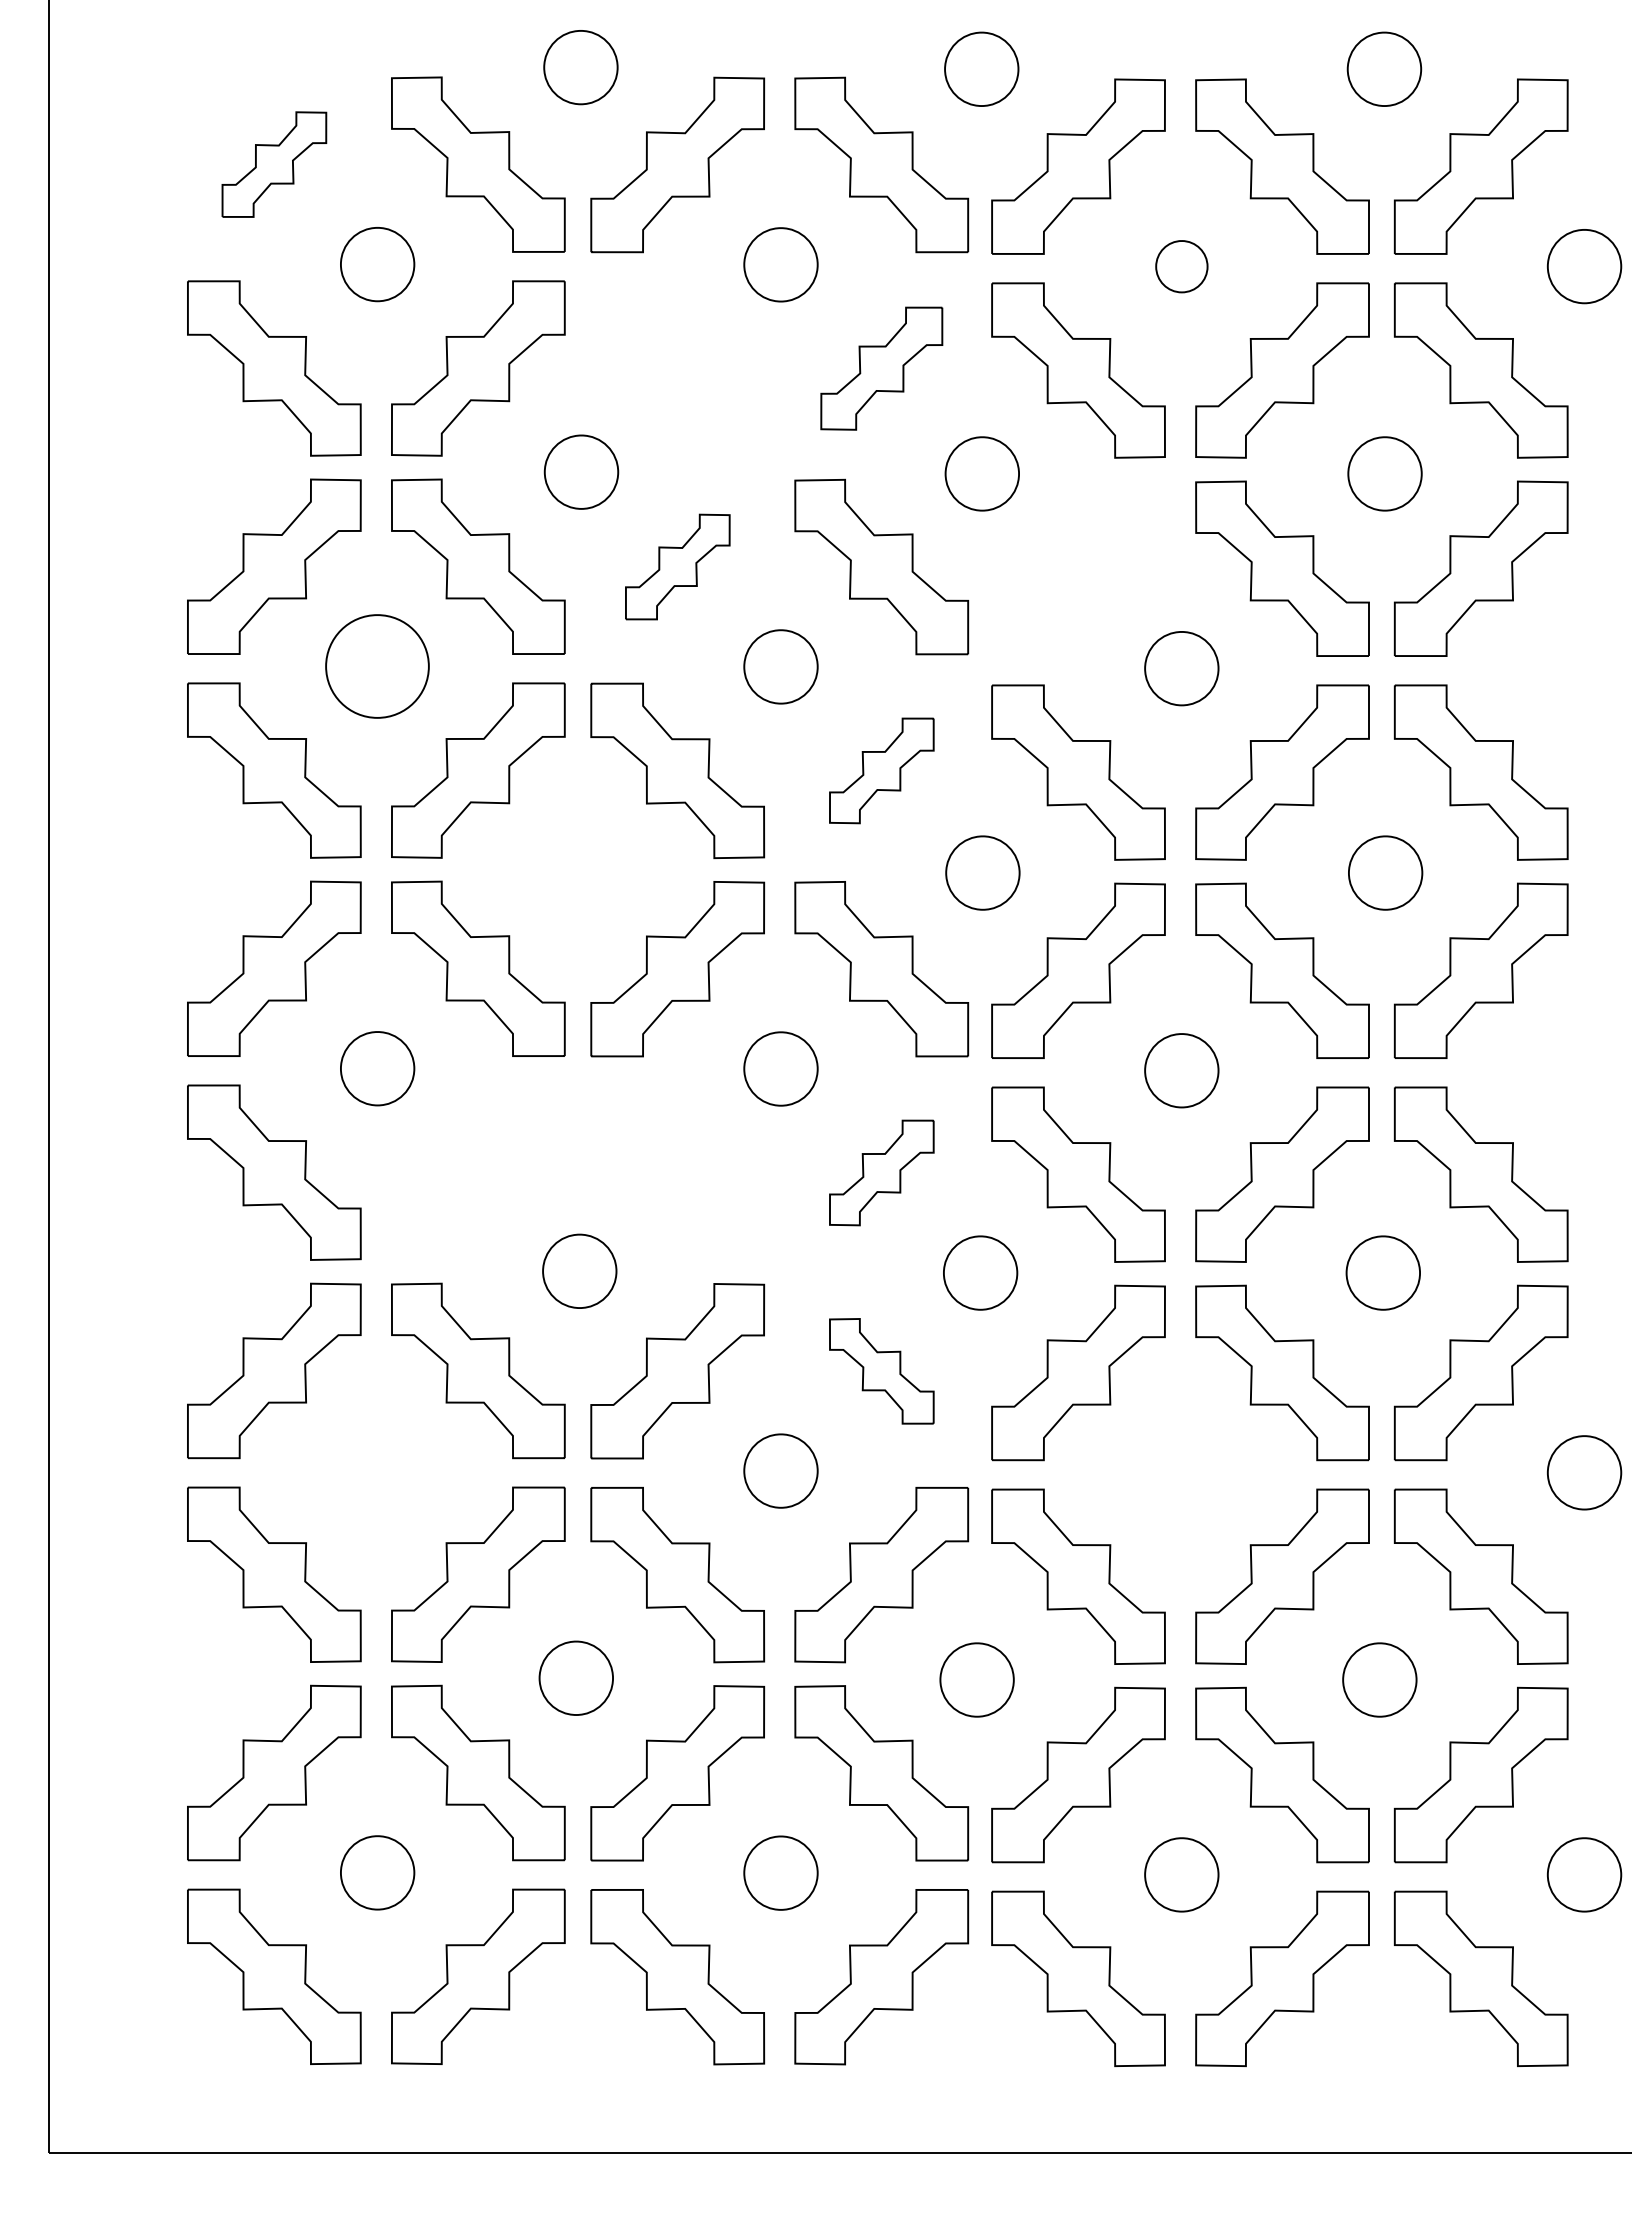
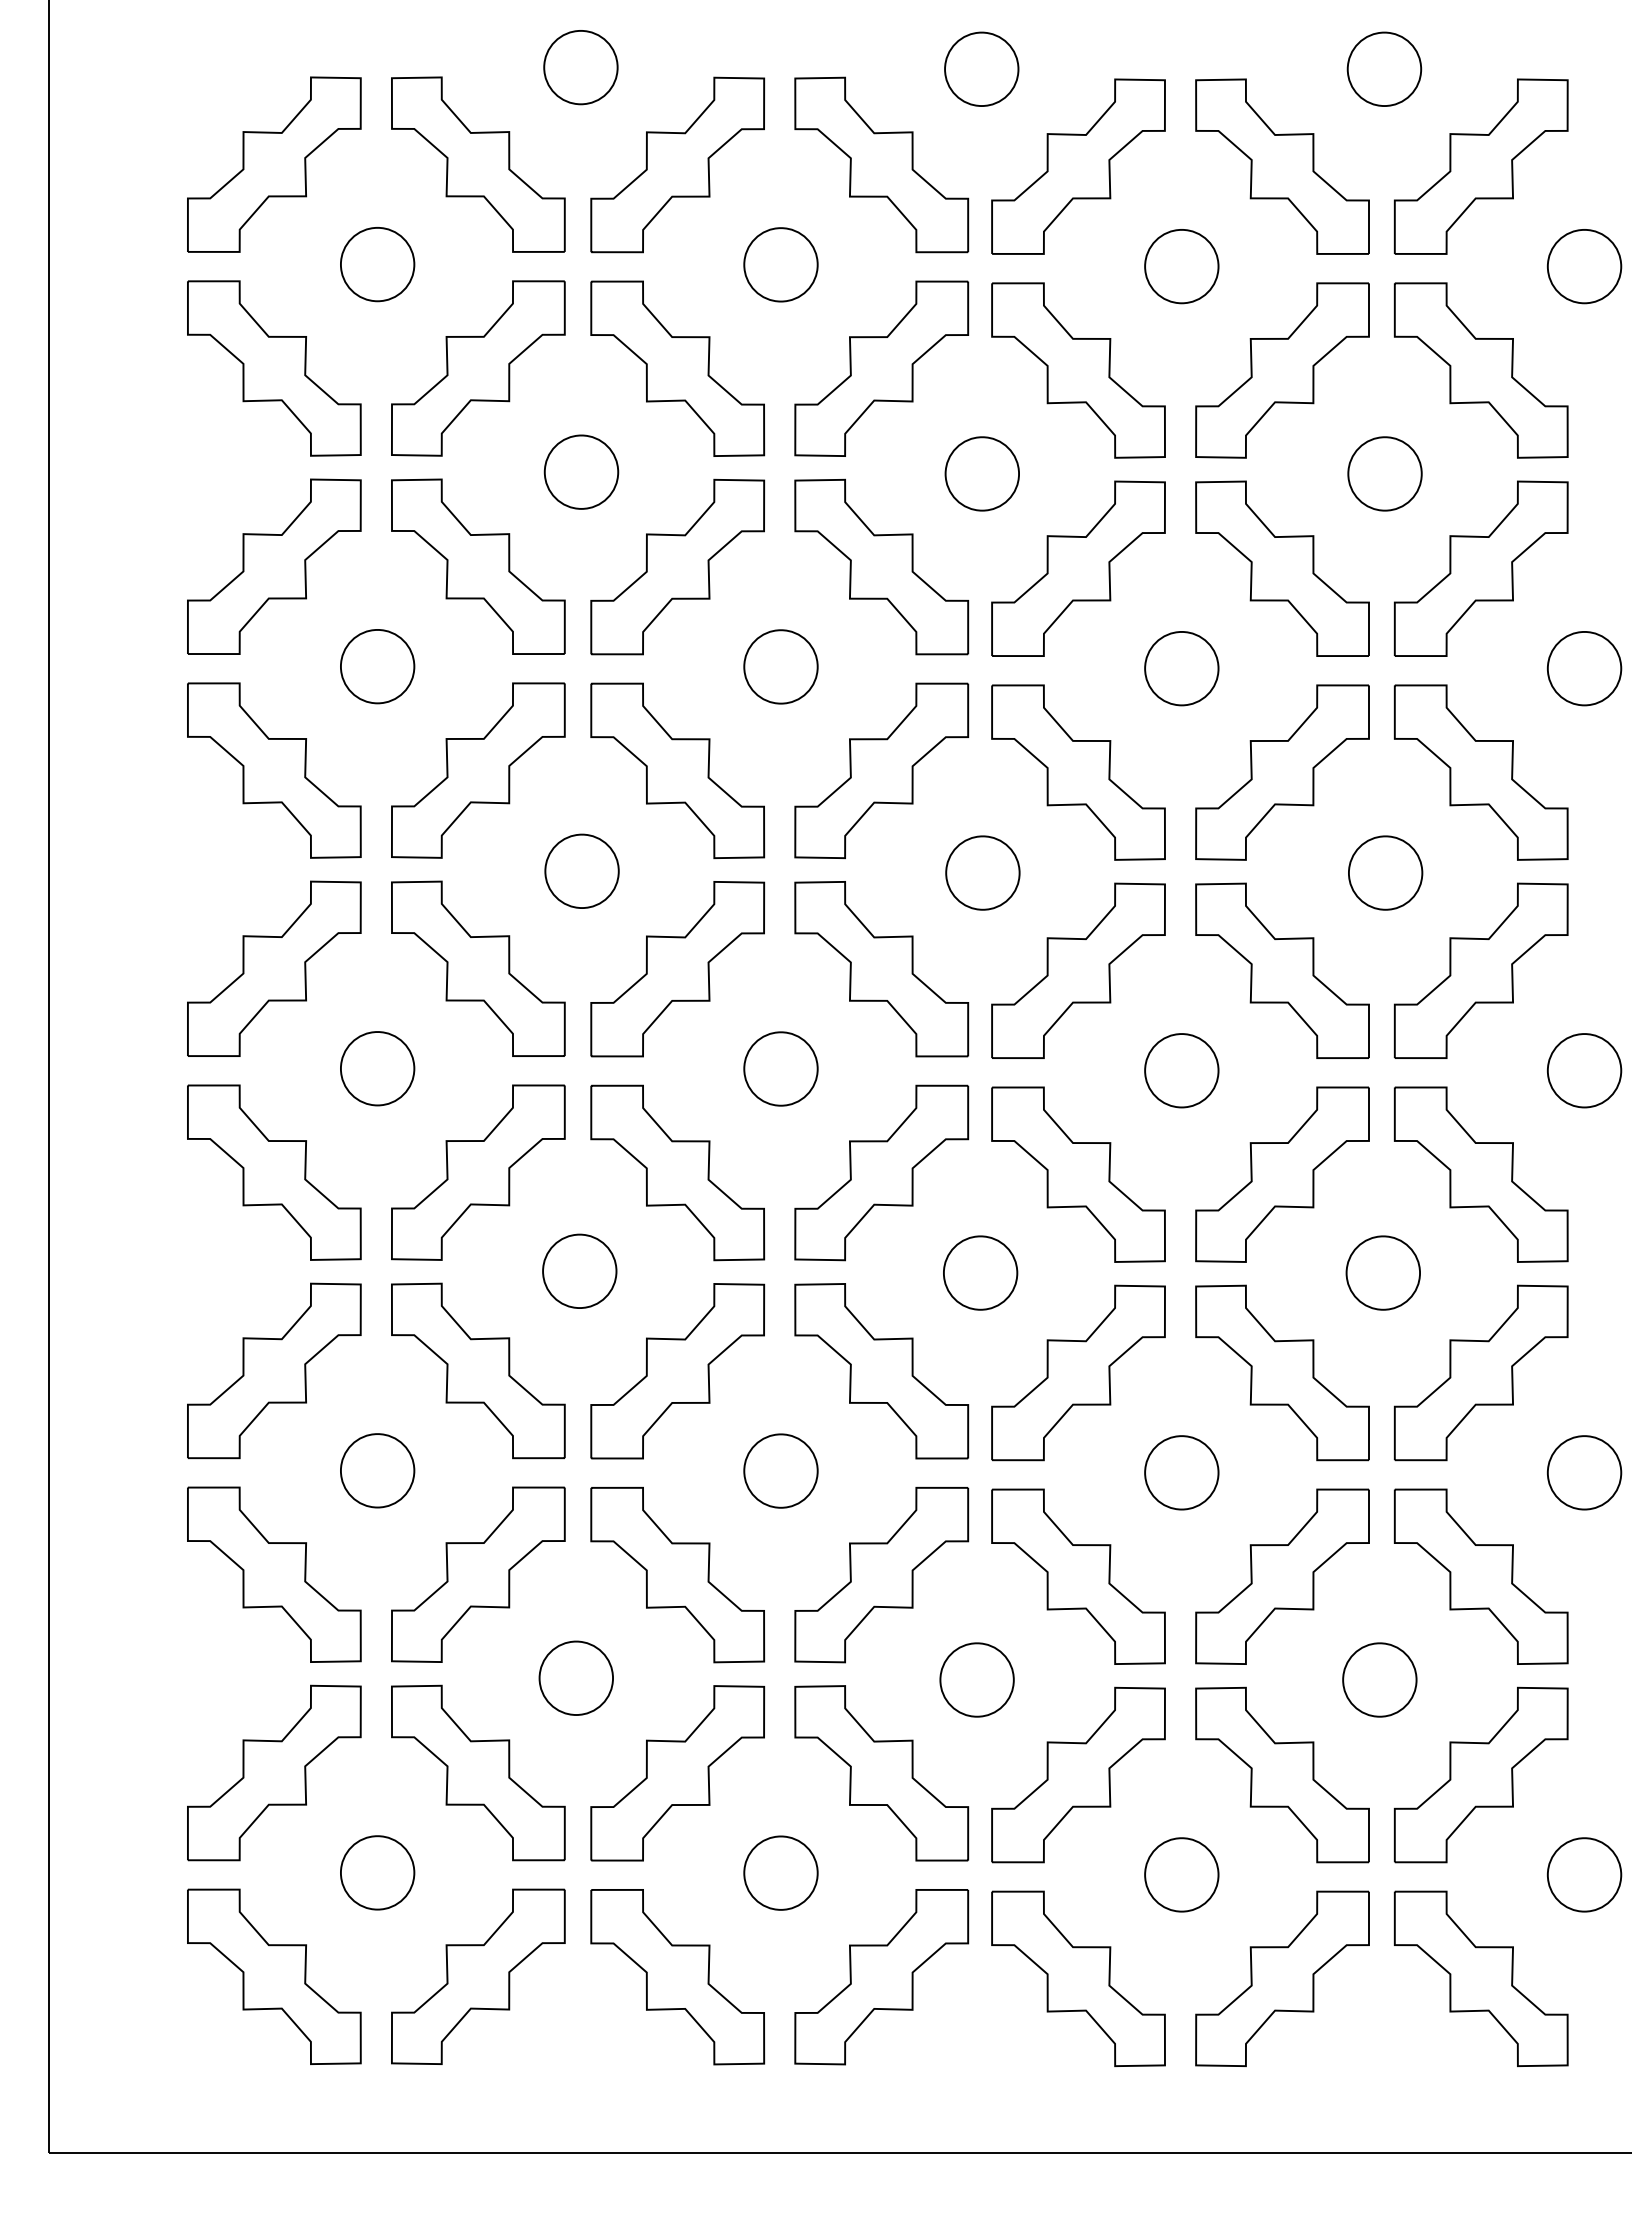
part at (274, 164) size: 107x107 px -> 175x177 px
part at (1181, 266) size: 54x54 px -> 76x76 px
part at (677, 368): none -> present
part at (881, 368) size: 124x125 px -> 176x177 px
part at (677, 566) size: 106x108 px -> 176x178 px
part at (1078, 568): none -> present
part at (377, 666) size: 105x105 px -> 76x76 px
part at (1584, 668): none -> present
part at (881, 770) size: 106x108 px -> 176x178 px
part at (581, 870): none -> present
part at (1584, 1070): none -> present
part at (478, 1172): none -> present
part at (677, 1172): none -> present
part at (881, 1172) size: 106x108 px -> 176x178 px
part at (881, 1371) size: 106x107 px -> 176x177 px
part at (377, 1470): none -> present
part at (1181, 1472): none -> present
